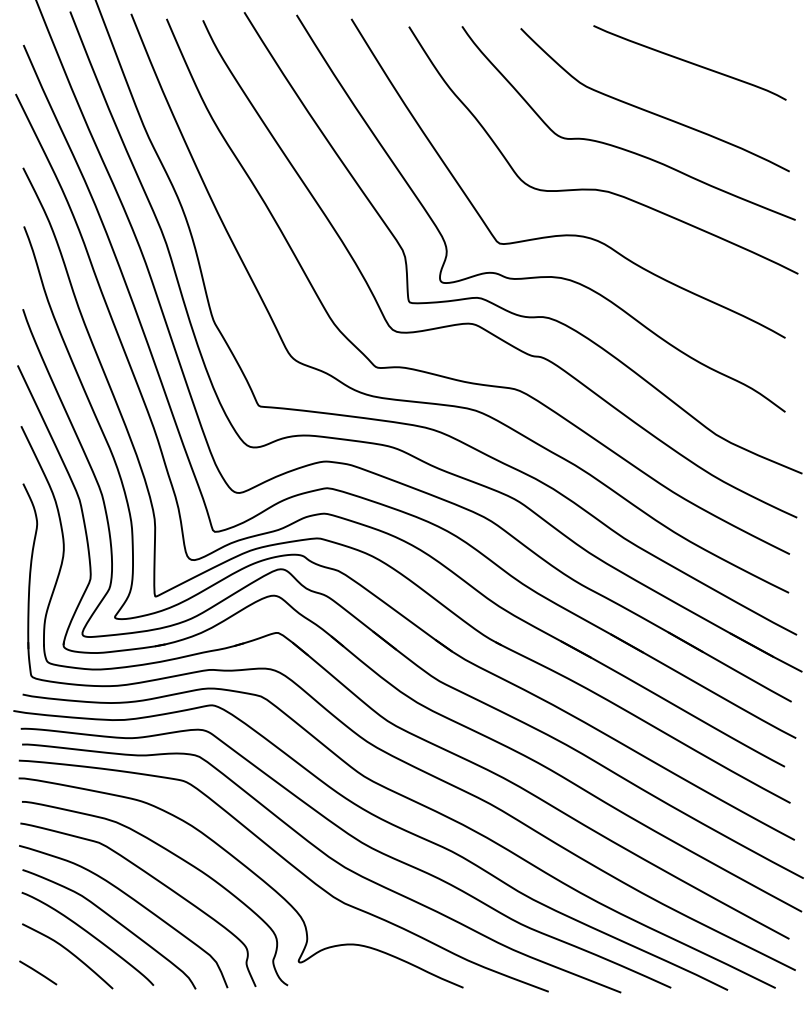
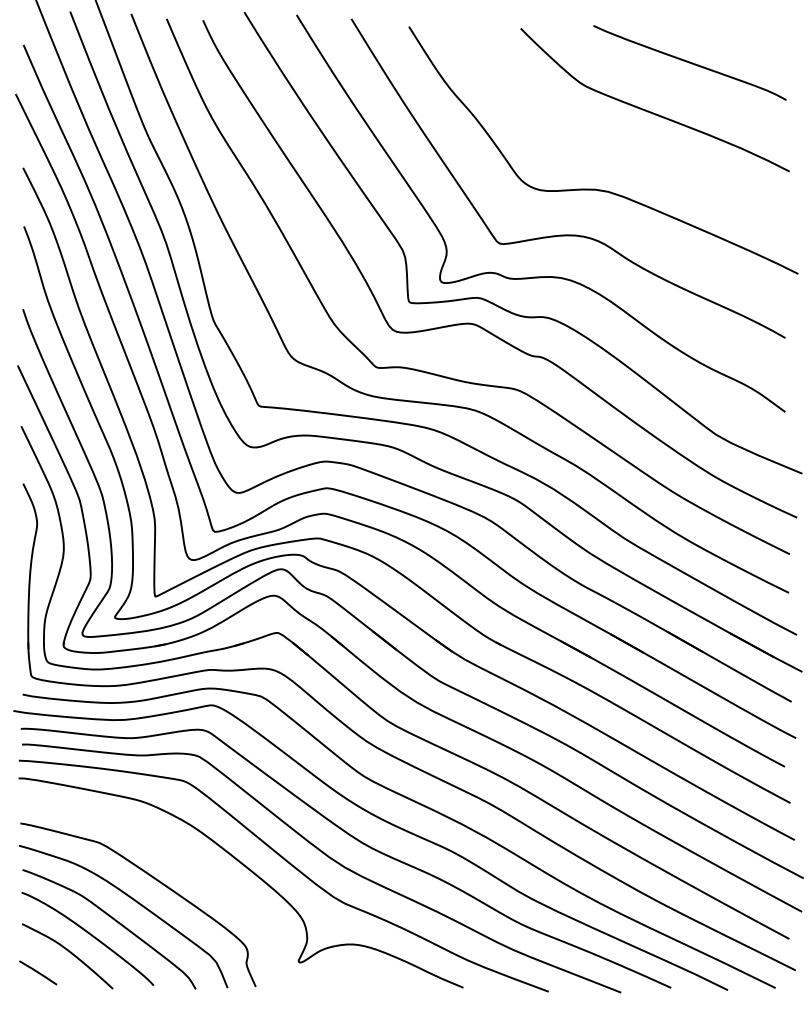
curve at (621, 147): present -> none
curve at (175, 856): present -> none
